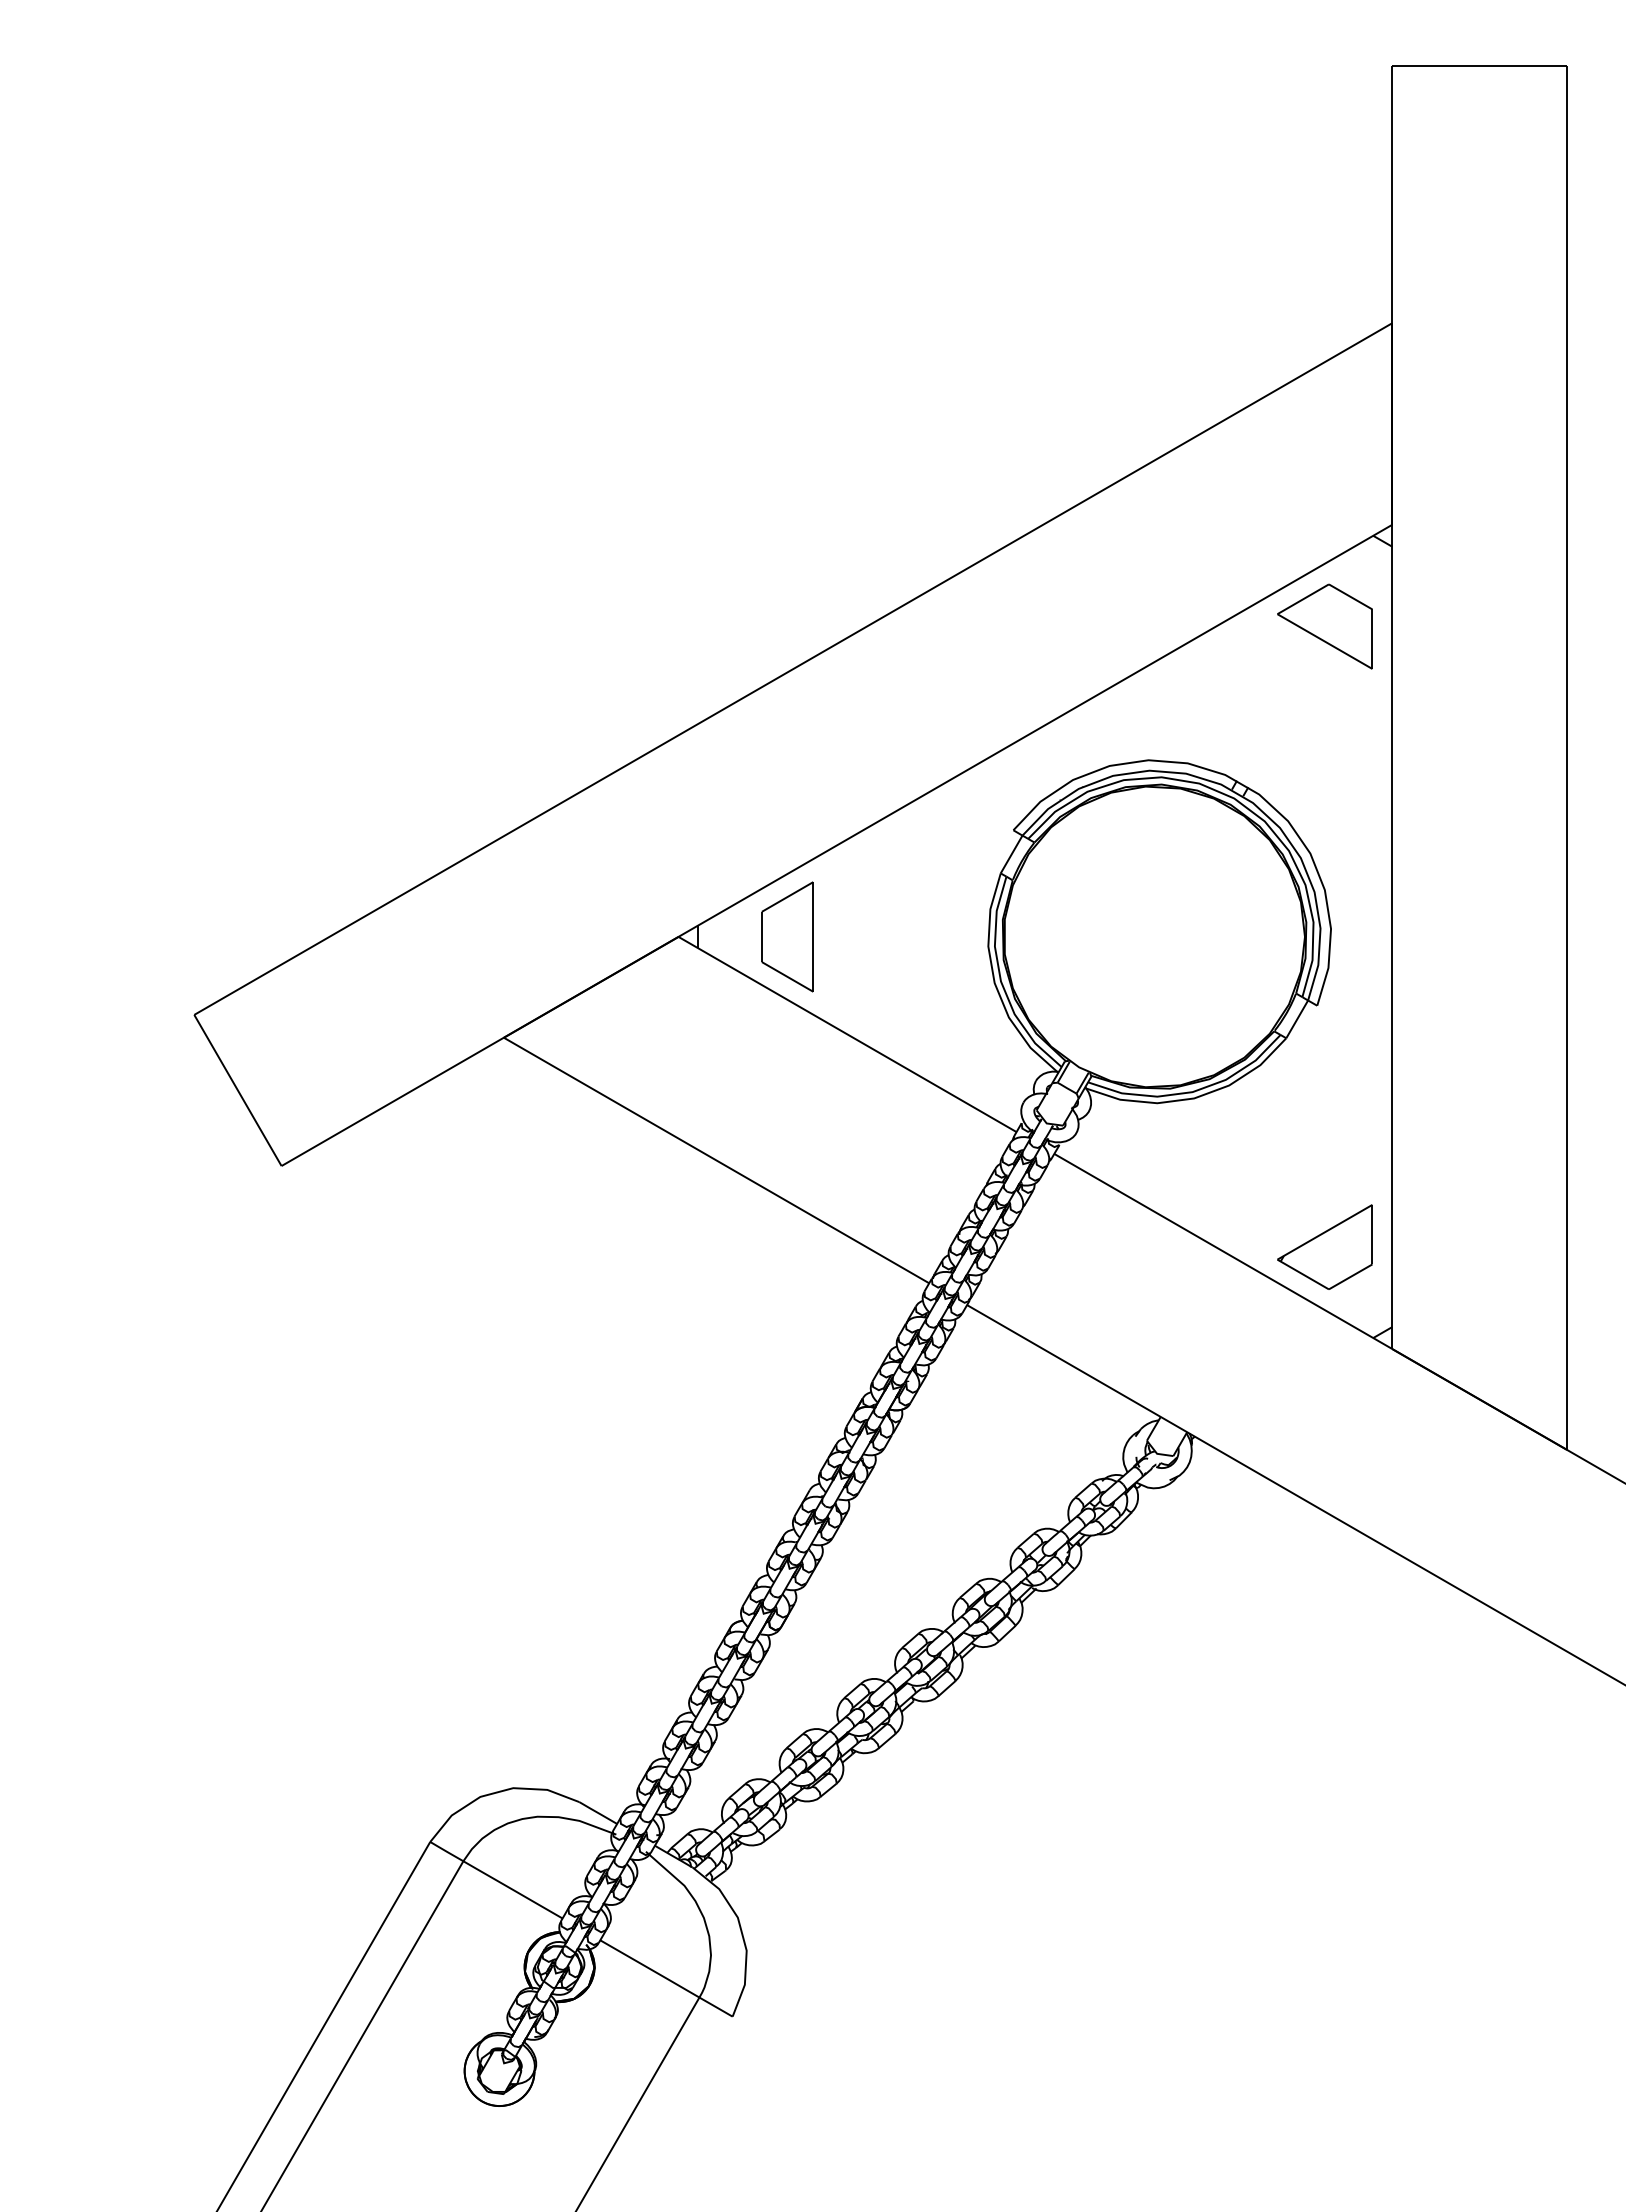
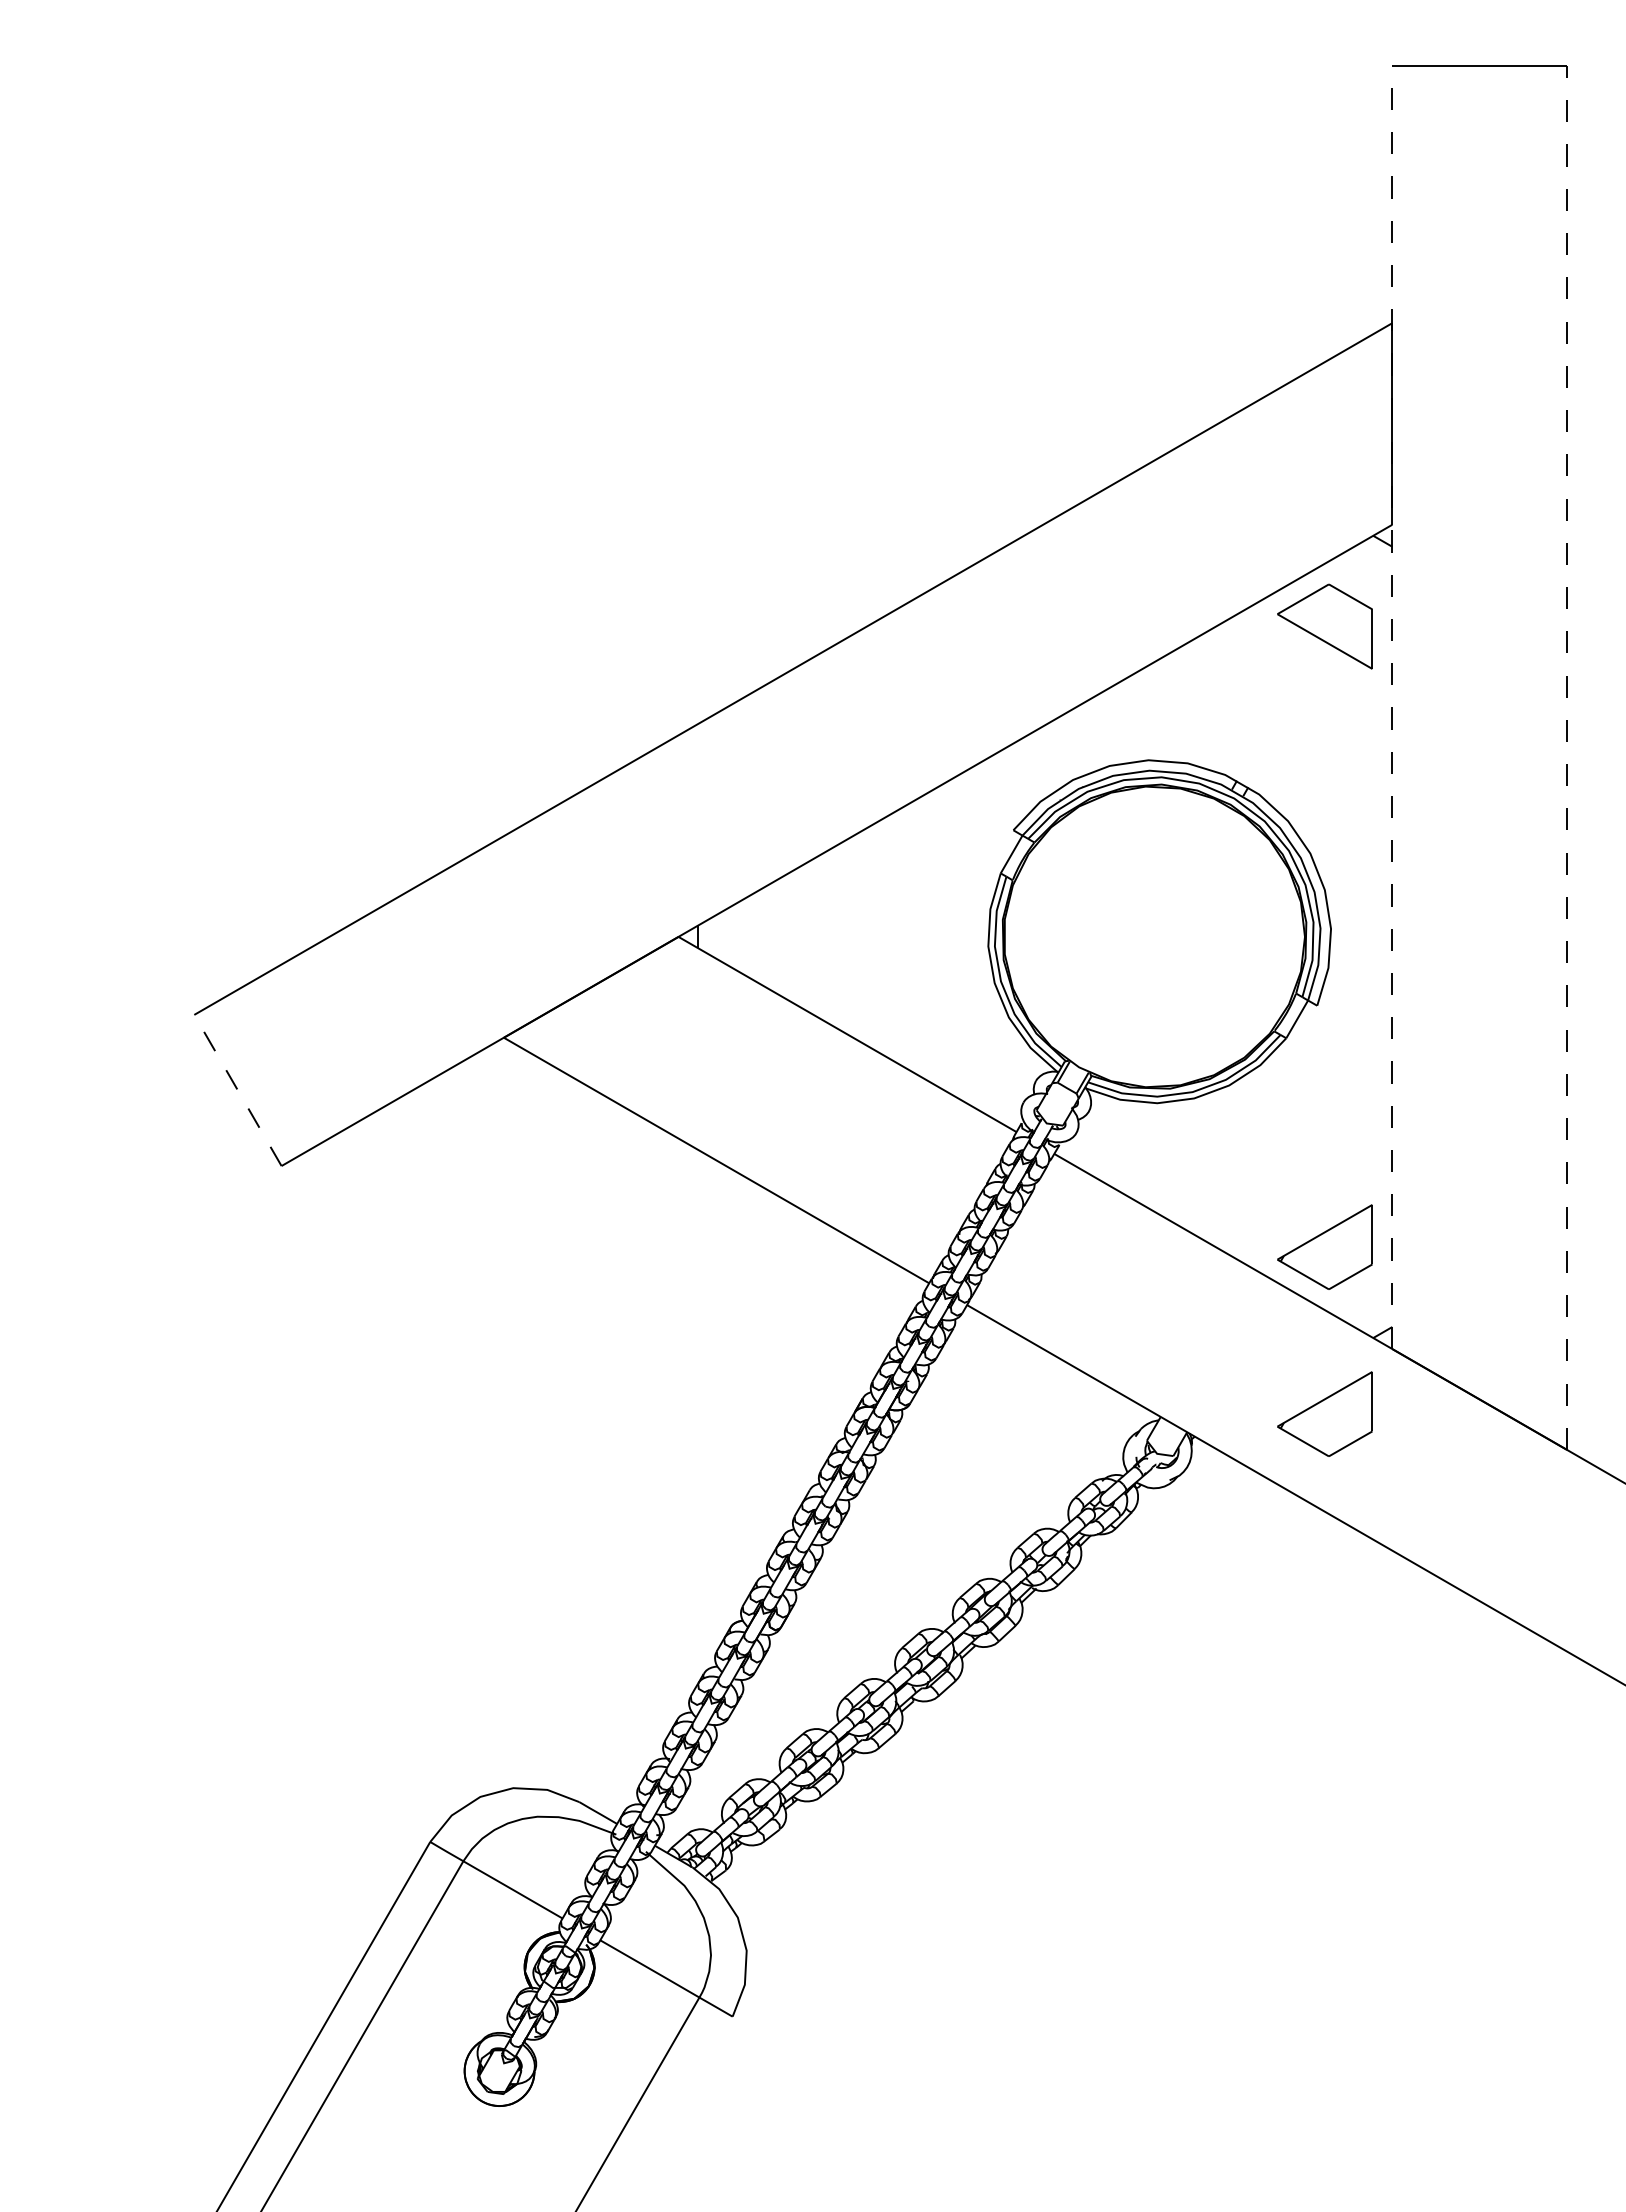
line at (1392, 707): solid -> dashed
line at (1567, 758): solid -> dashed
part at (787, 936): present -> none
line at (237, 1090): solid -> dashed
part at (1324, 1413): none -> present
